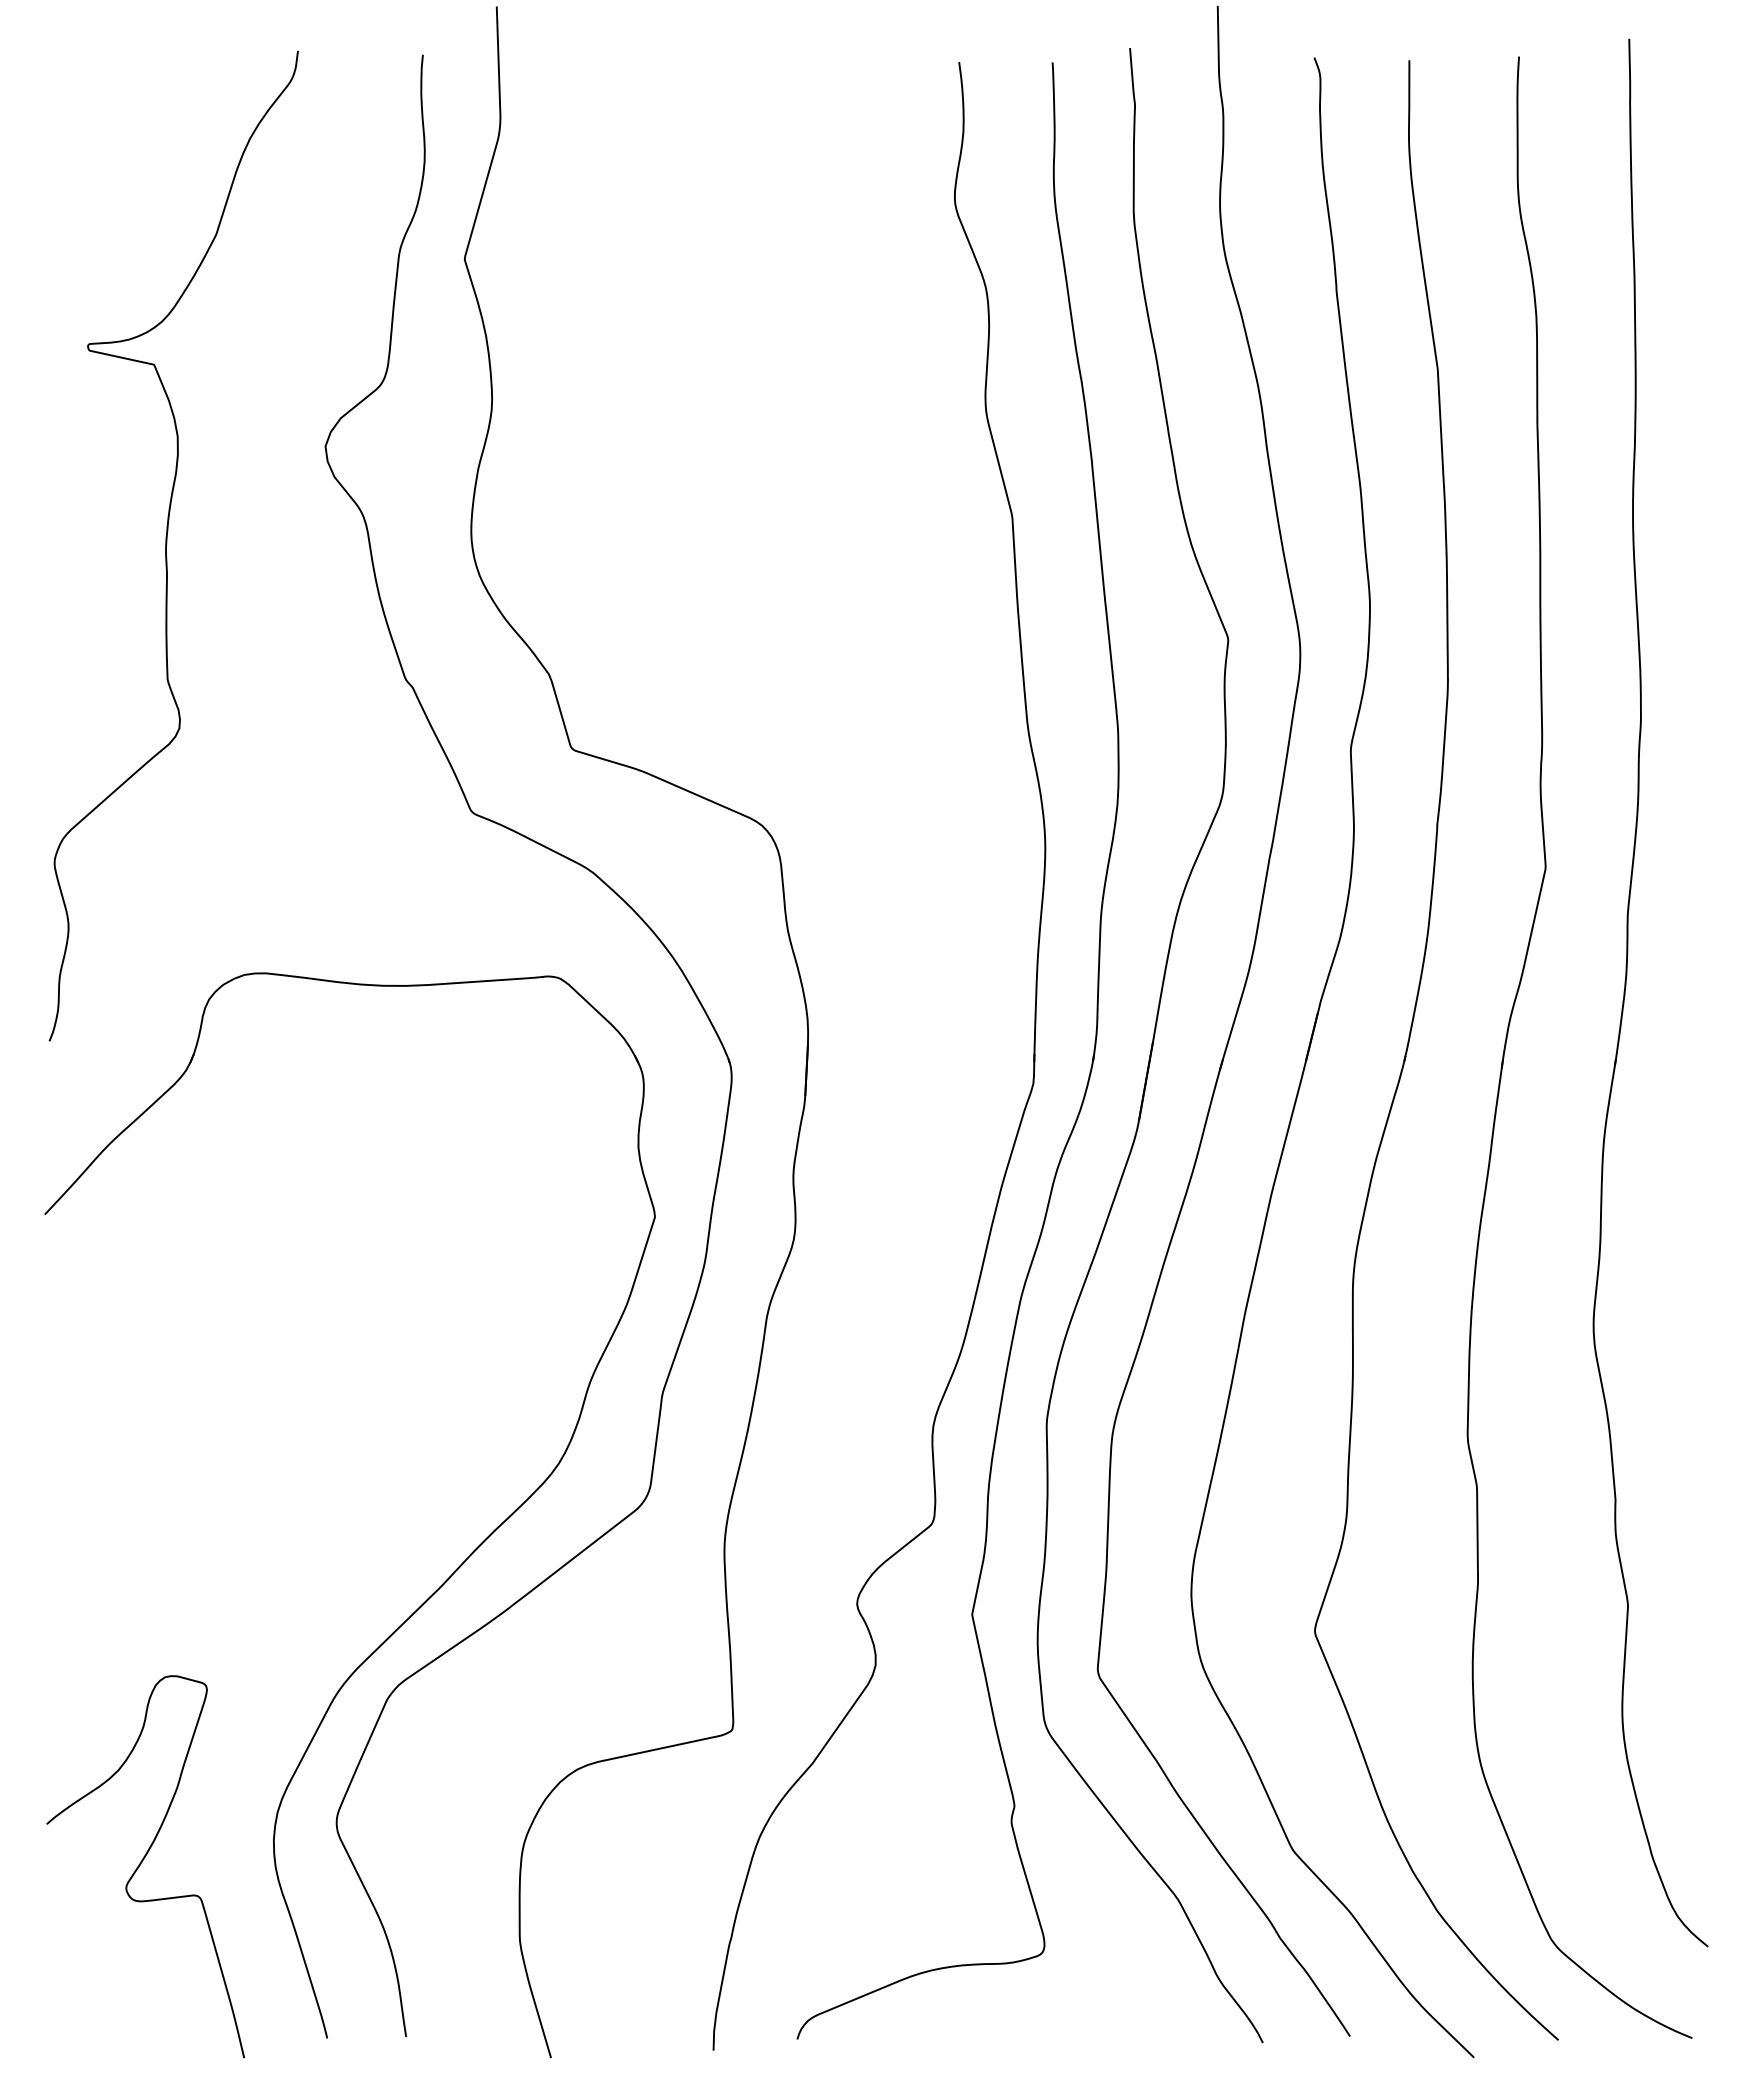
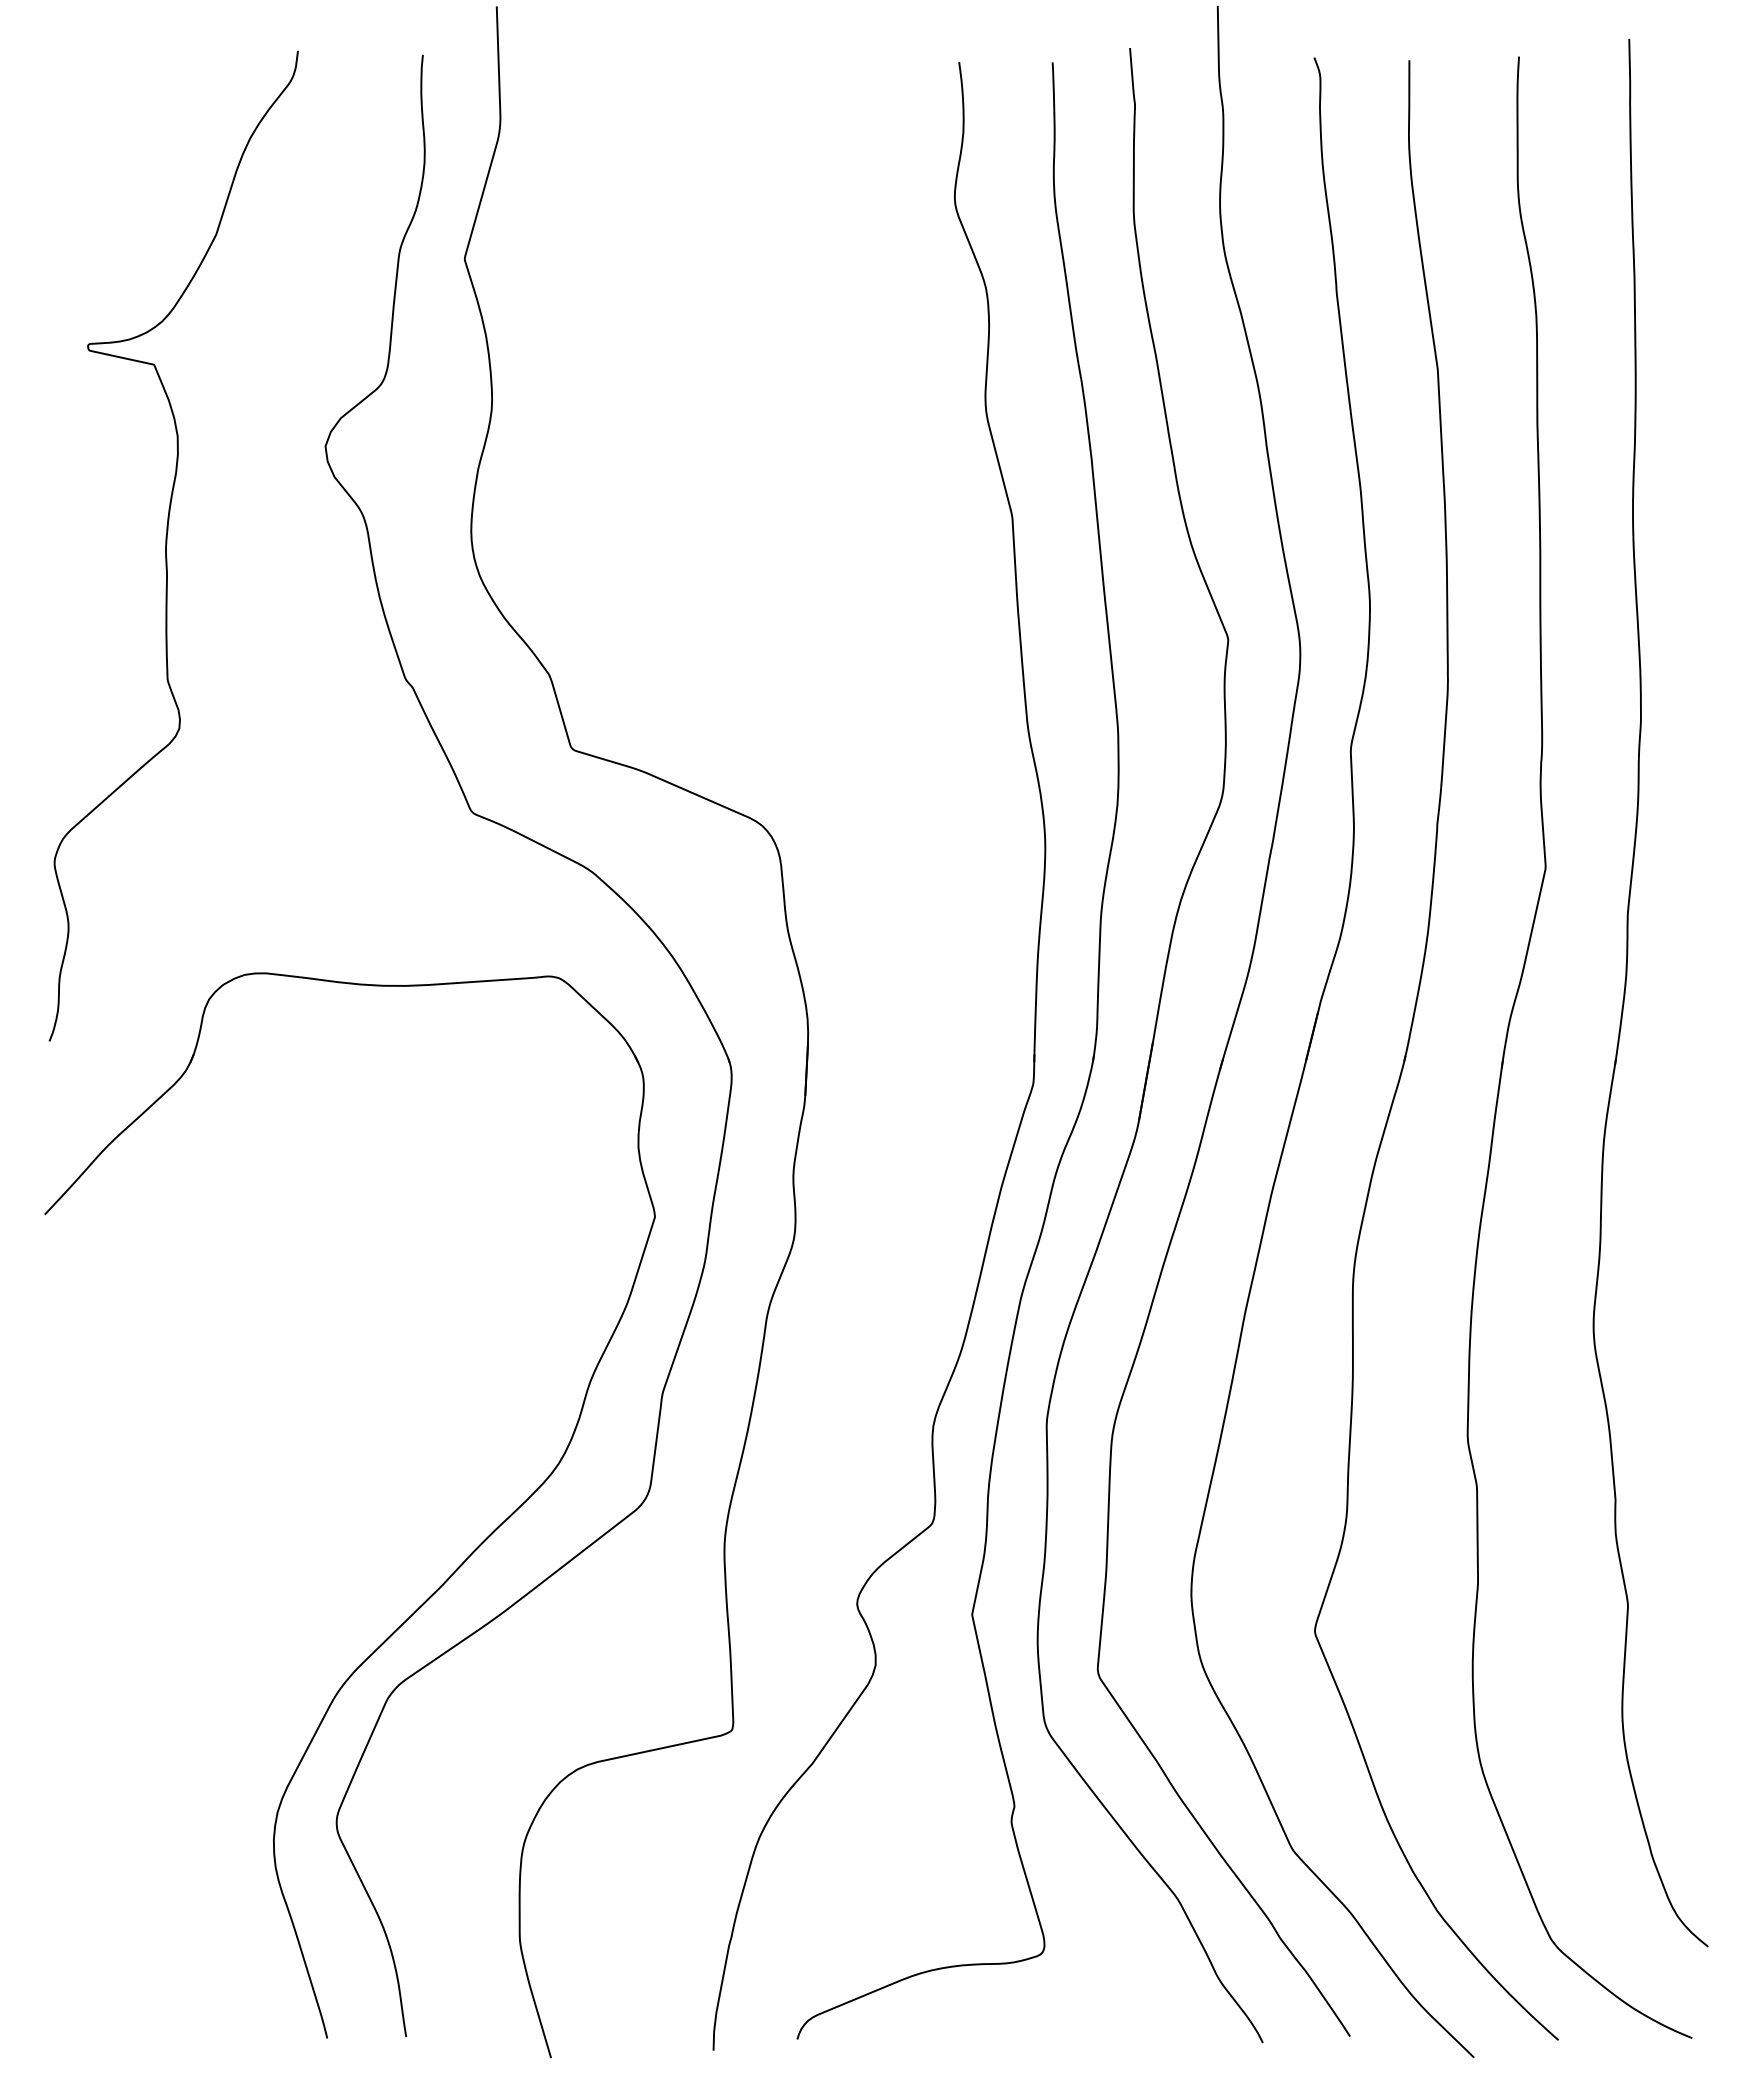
curve at (141, 1864): present -> none
